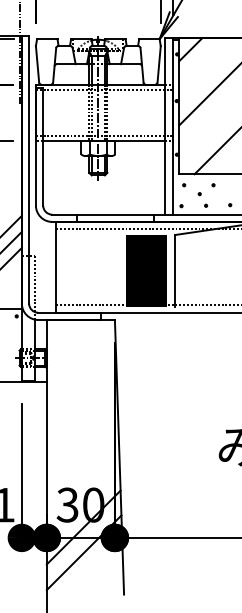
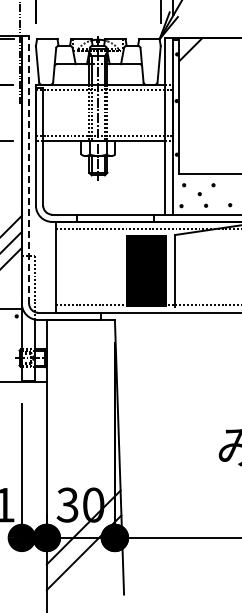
line at (208, 95): present -> none
line at (216, 152): present -> none
line at (29, 169): solid -> dashed
